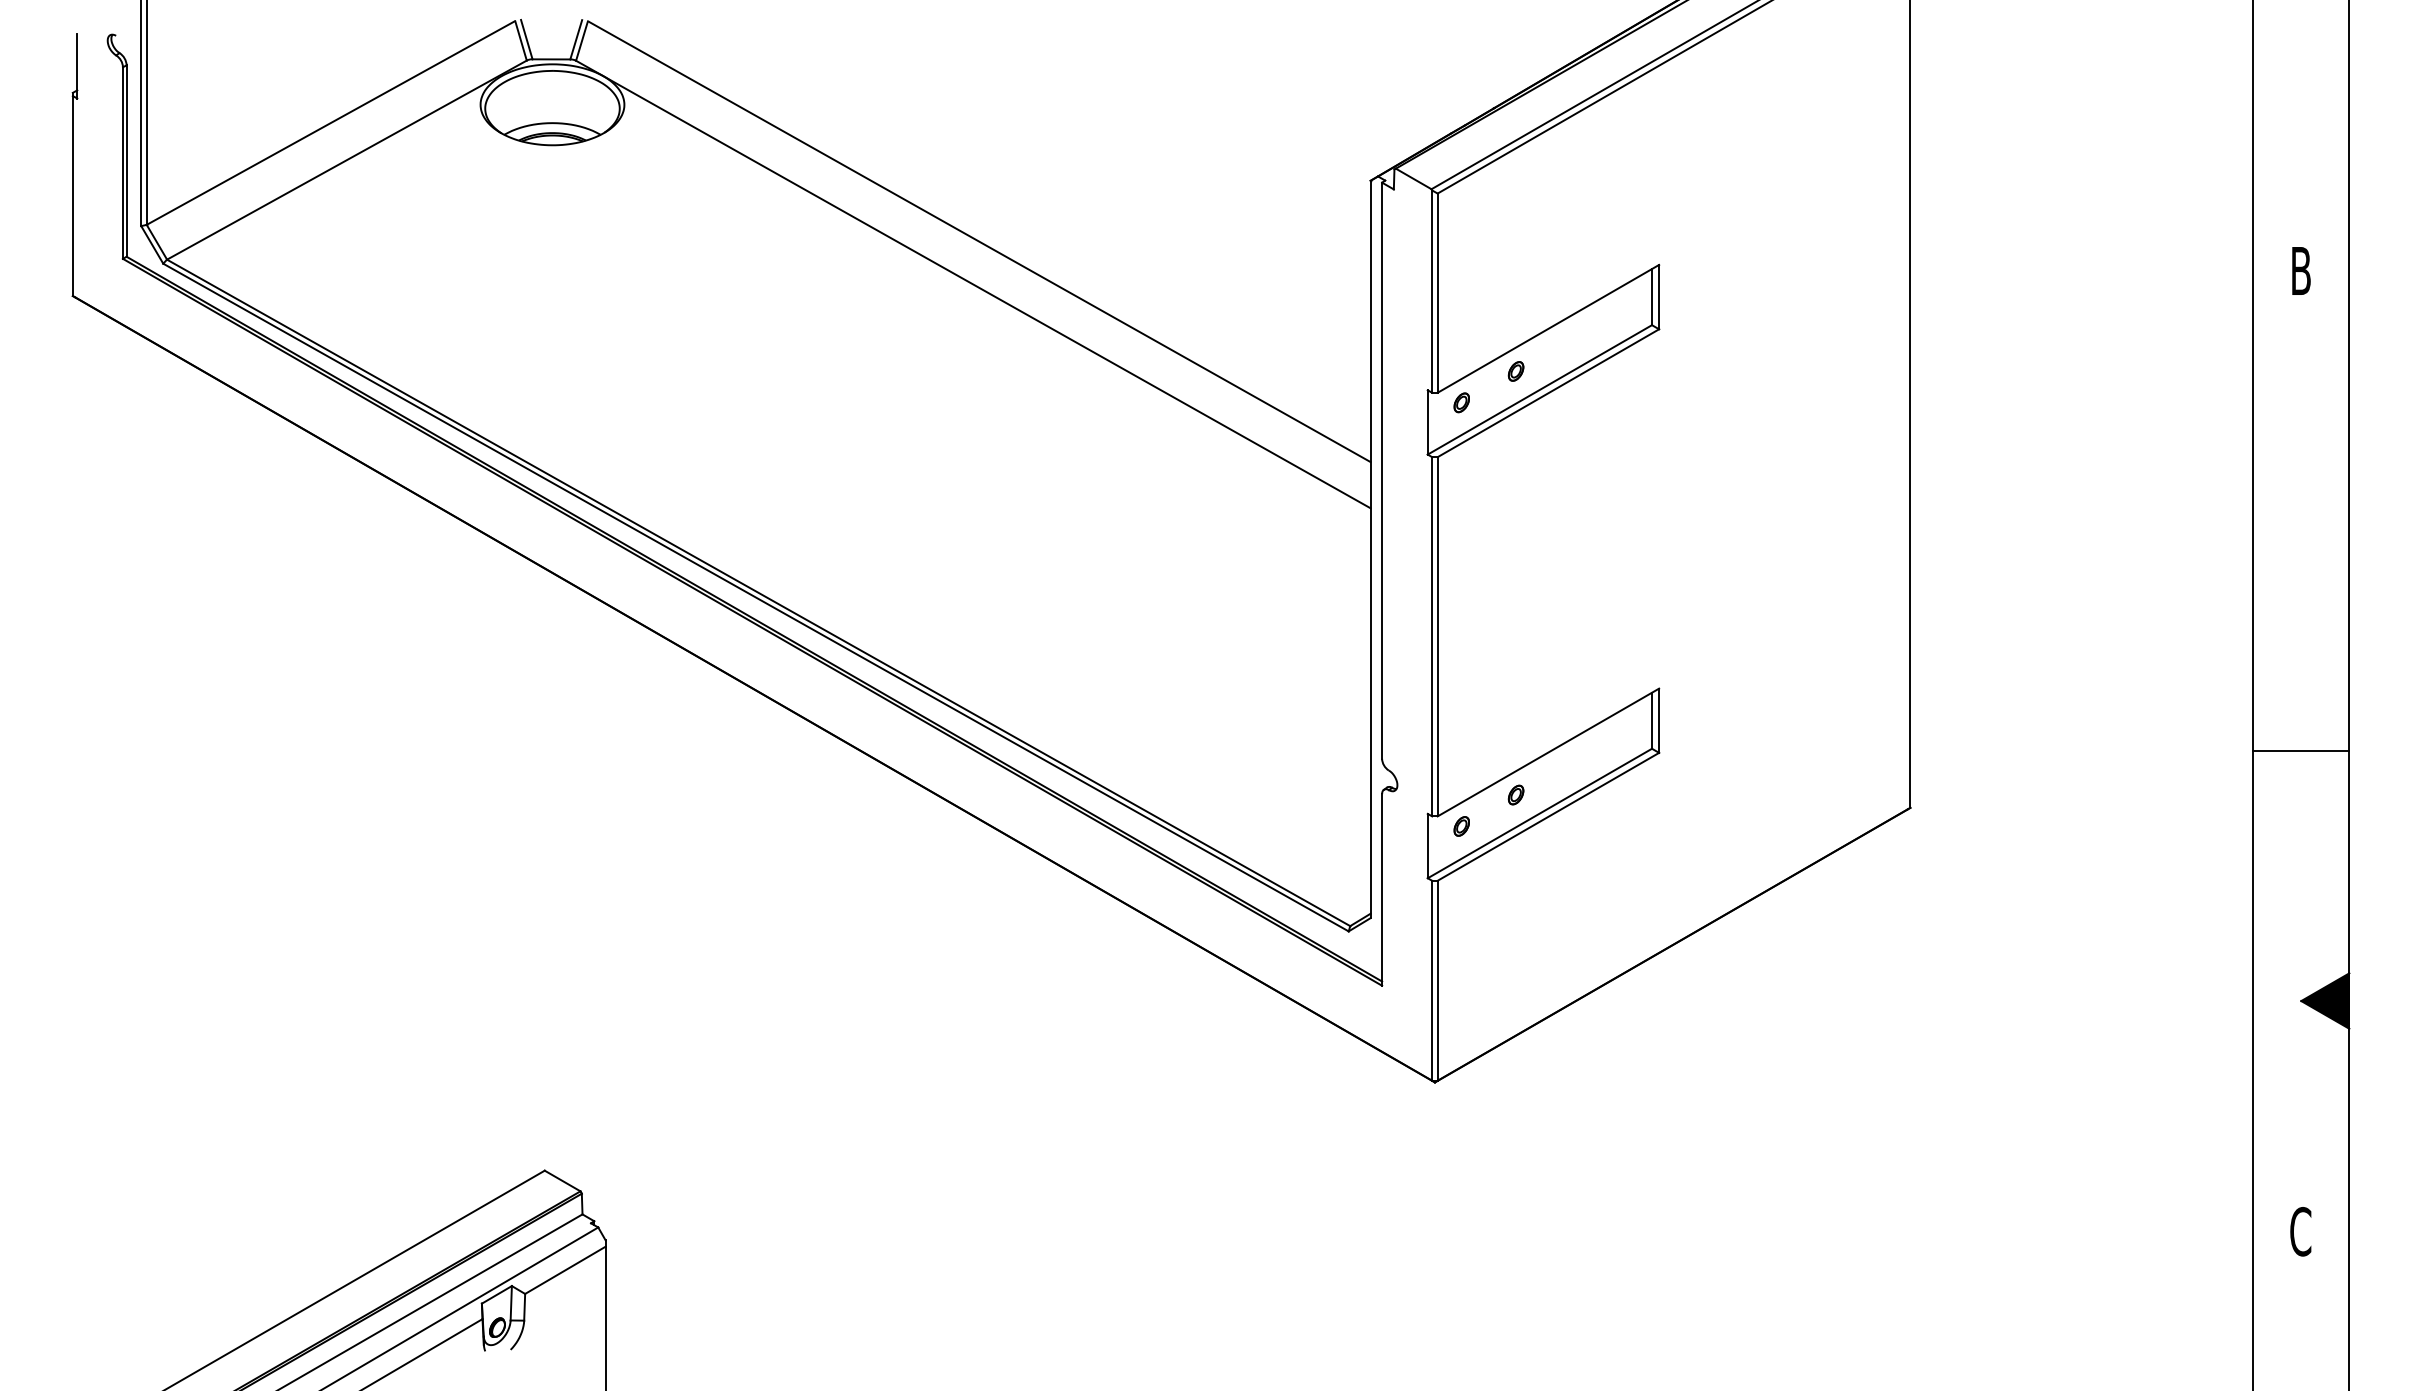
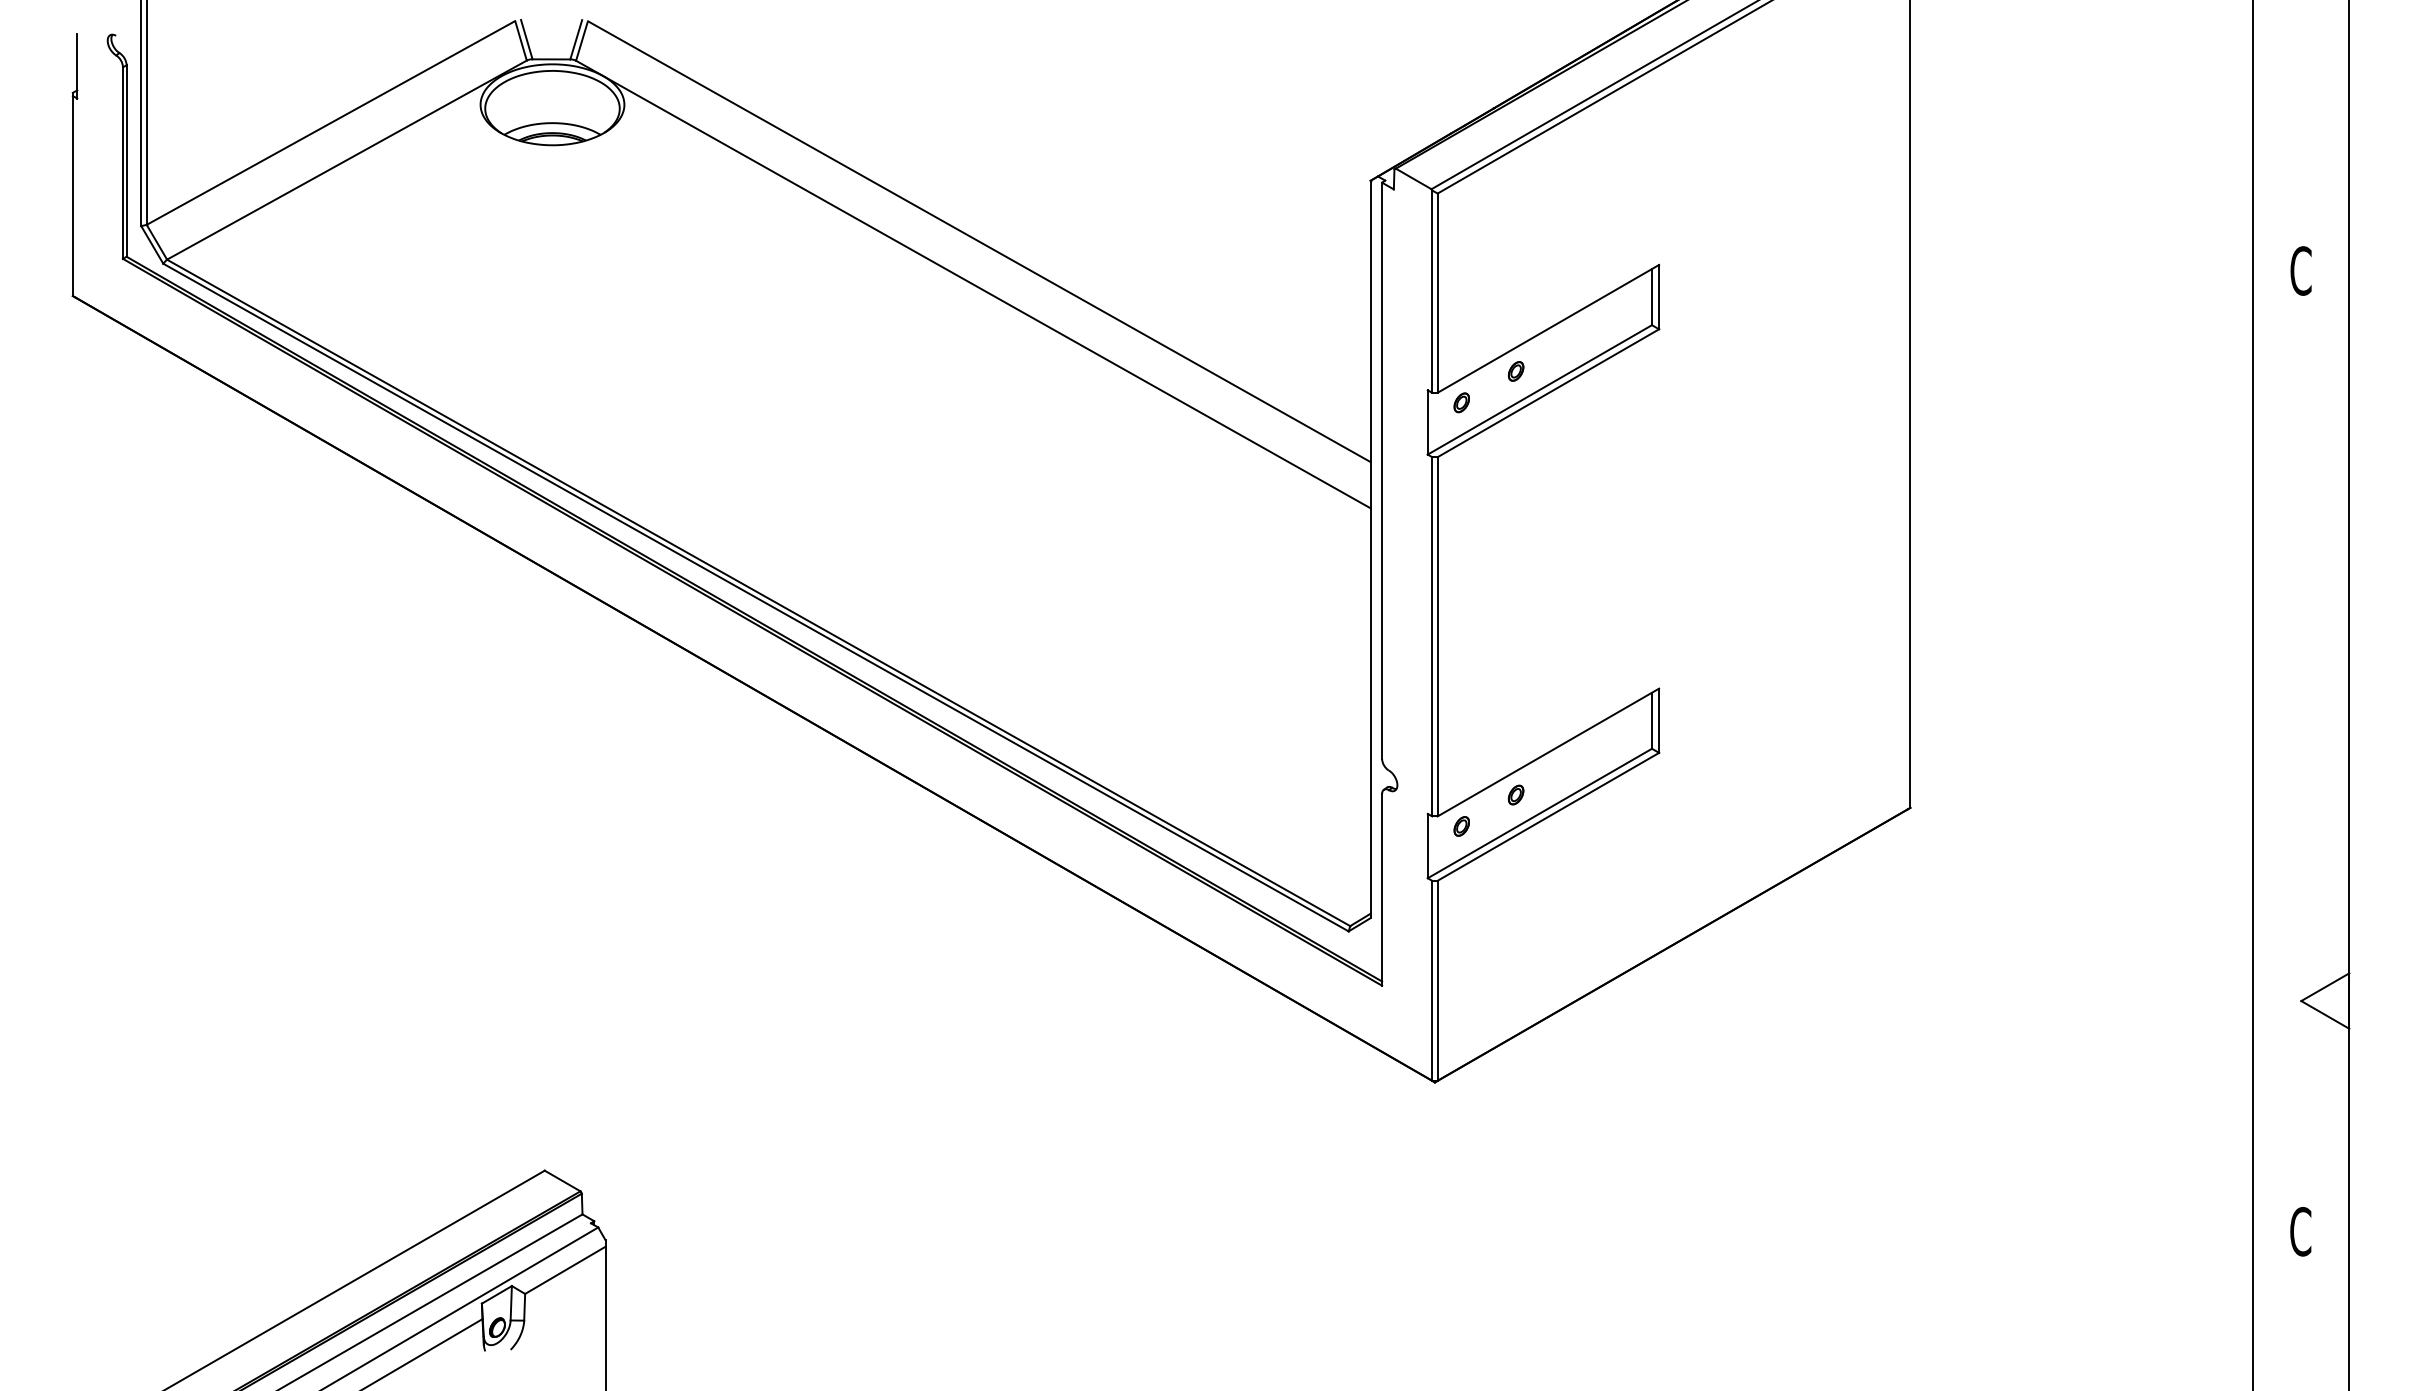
text at (2300, 270): B -> C
line at (2301, 751): present -> none
fill at (2325, 1000): present -> none
